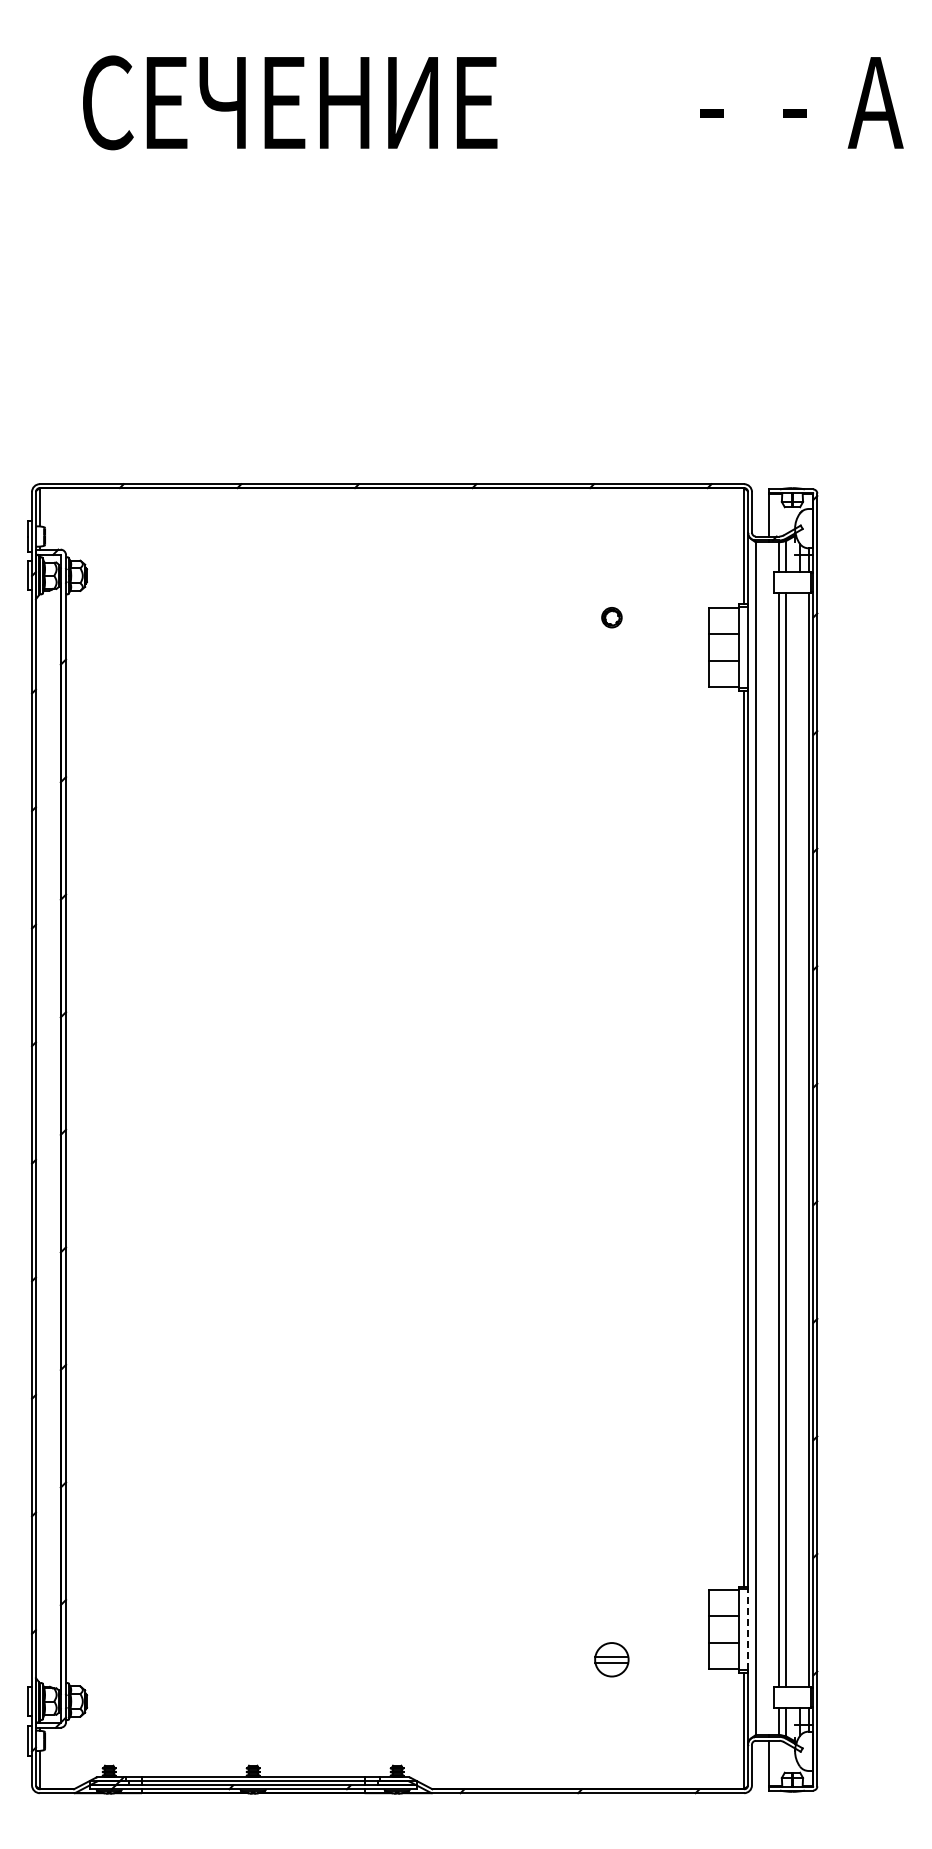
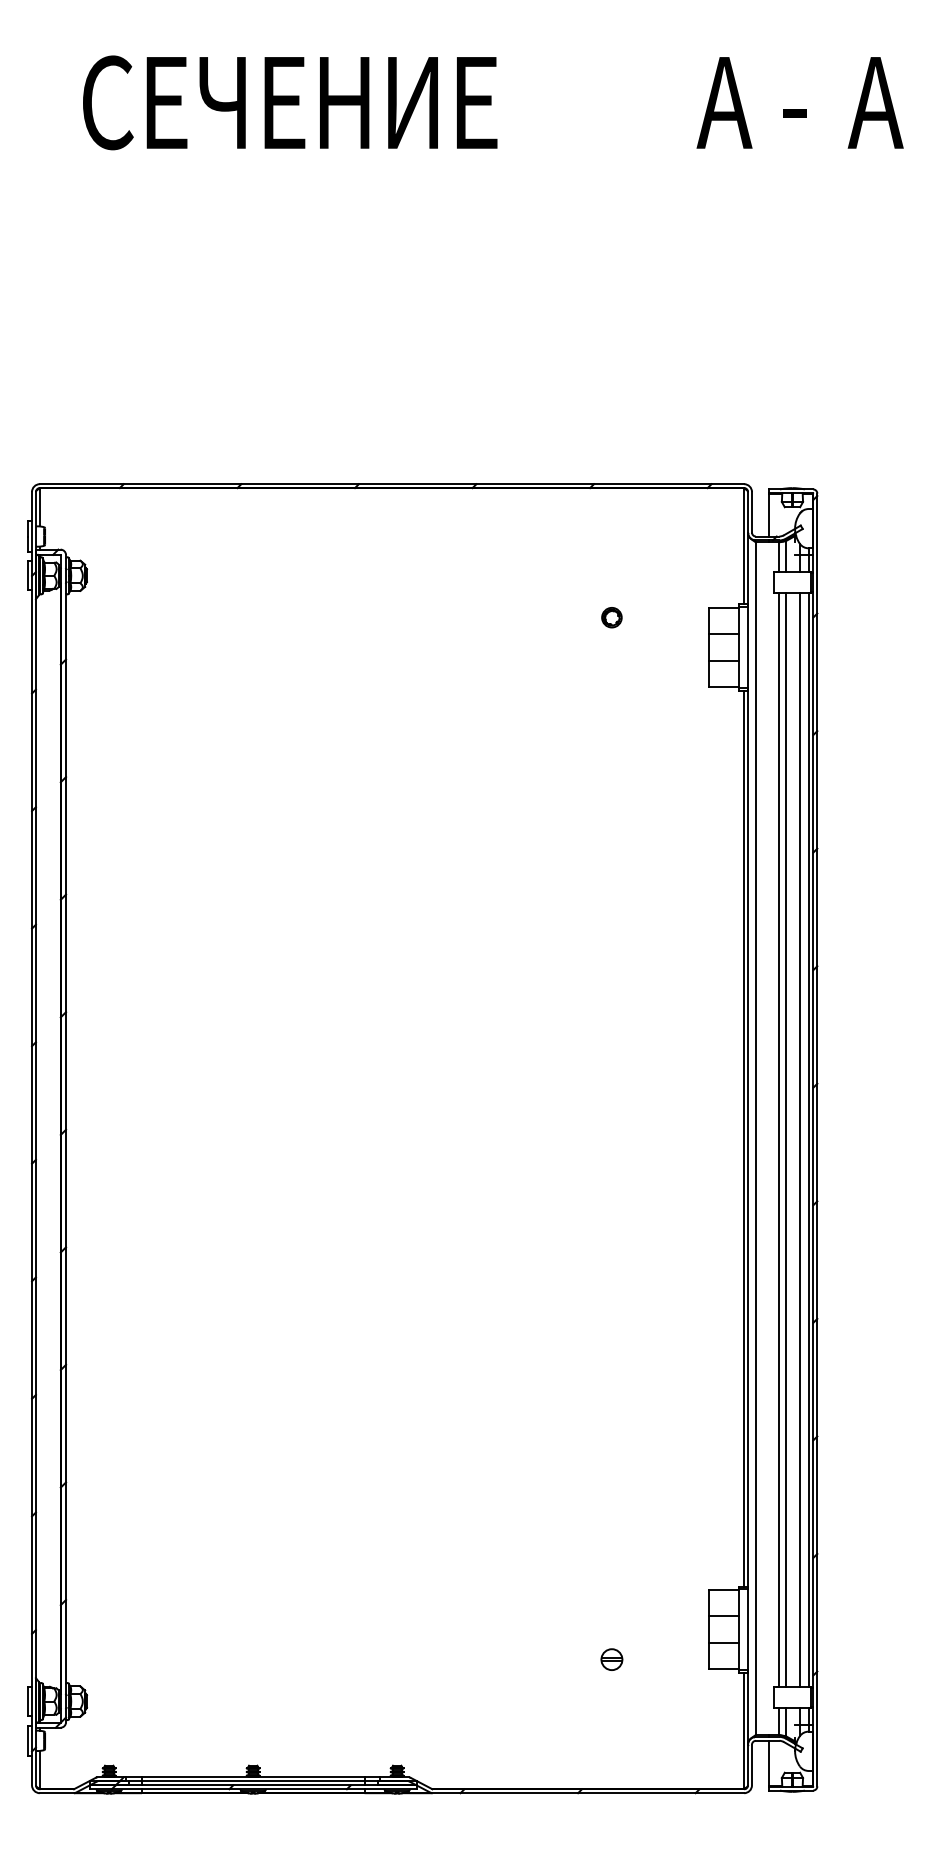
text at (724, 102): - -> А
line at (800, 1139): none -> present
line at (748, 1629): dashed -> solid
part at (611, 1659) size: 36x36 px -> 24x23 px
